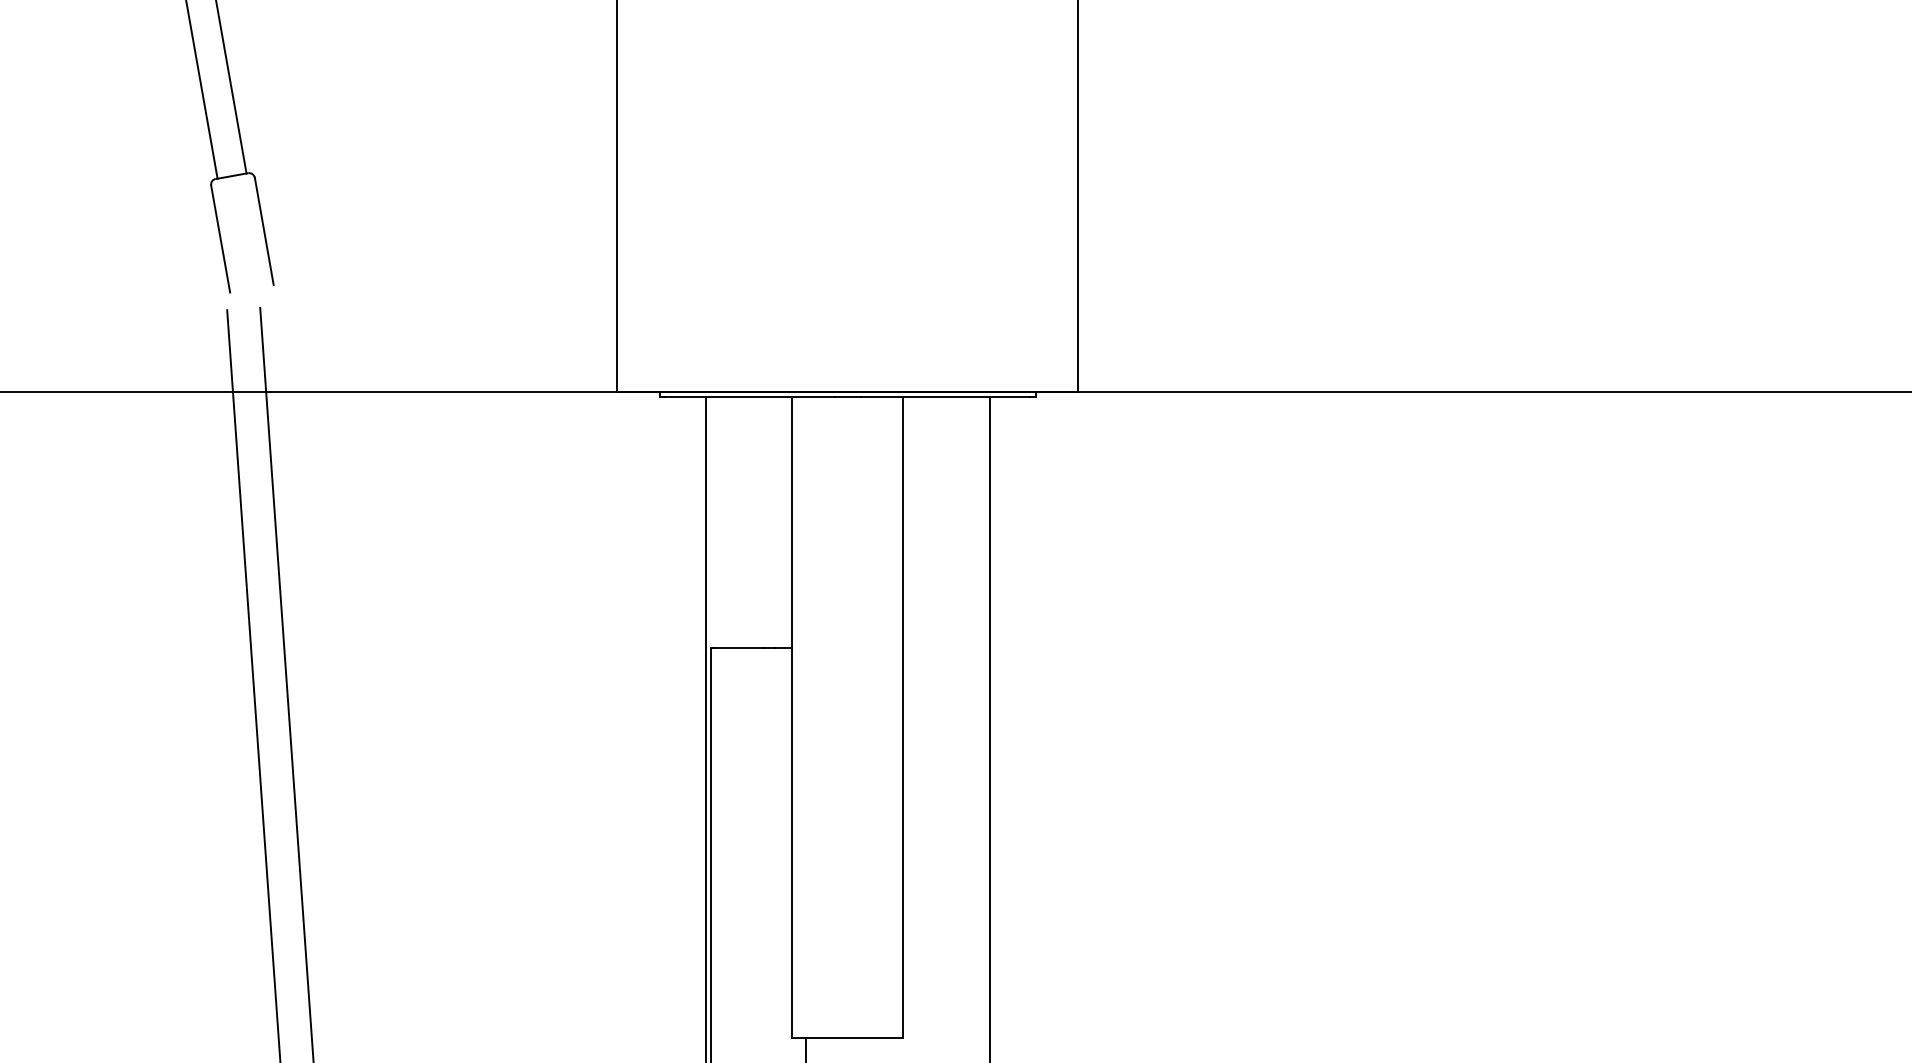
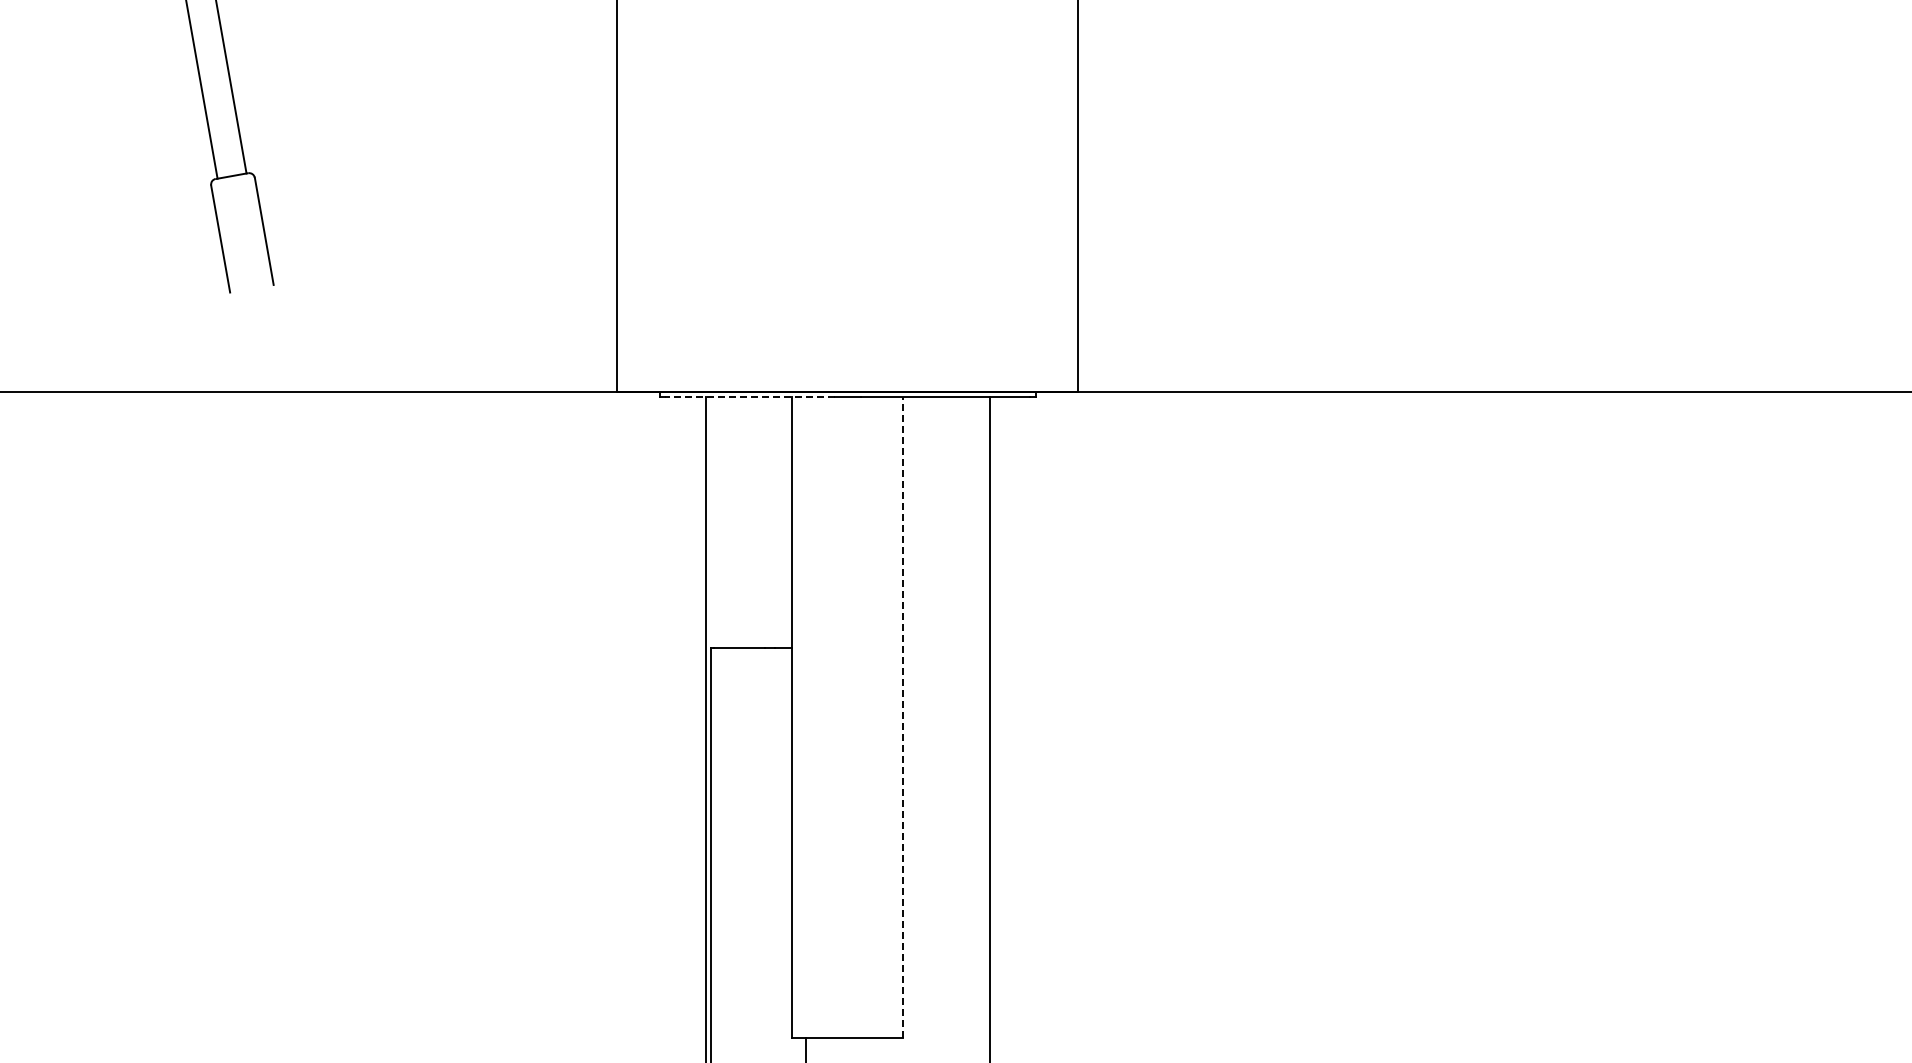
line at (749, 397): solid -> dashed
line at (286, 683): present -> none
line at (253, 684): present -> none
line at (903, 716): solid -> dashed
